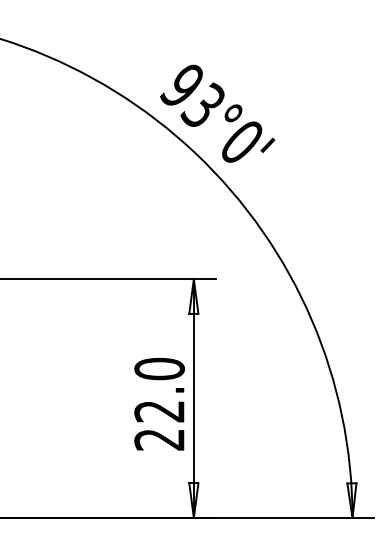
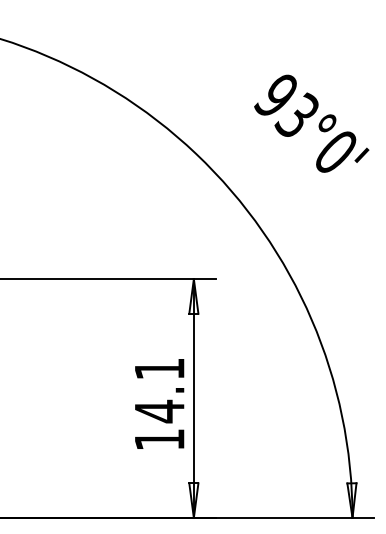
text at (217, 113) position: (217, 113) -> (311, 123)
text at (159, 403): 22.0 -> 14.1
